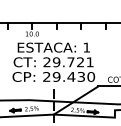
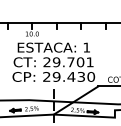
text at (80, 62): 29.721 -> 29.701
